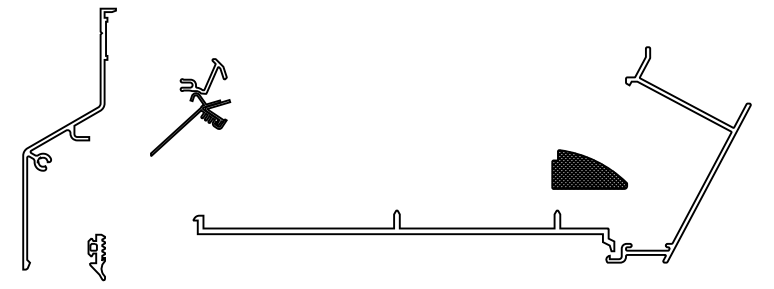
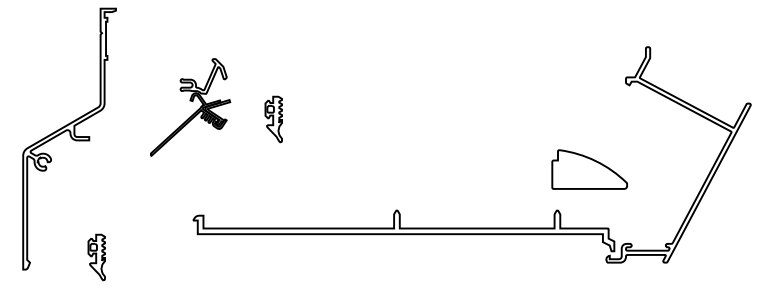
part at (273, 119): none -> present
hatch at (589, 169): present -> none
